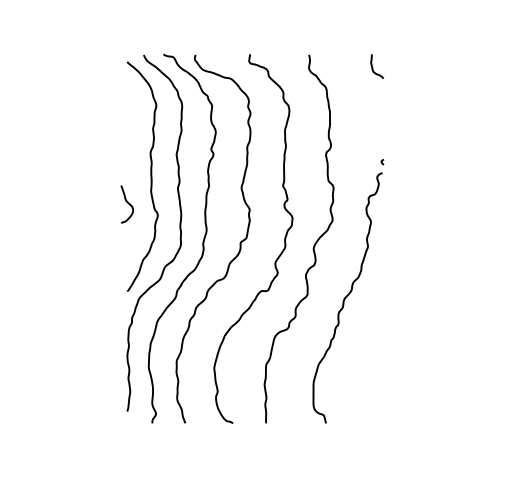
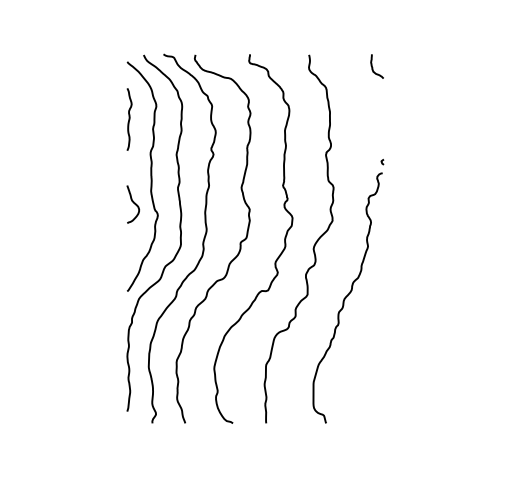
curve at (129, 119): none -> present
curve at (127, 203) position: (127, 203) -> (133, 203)
